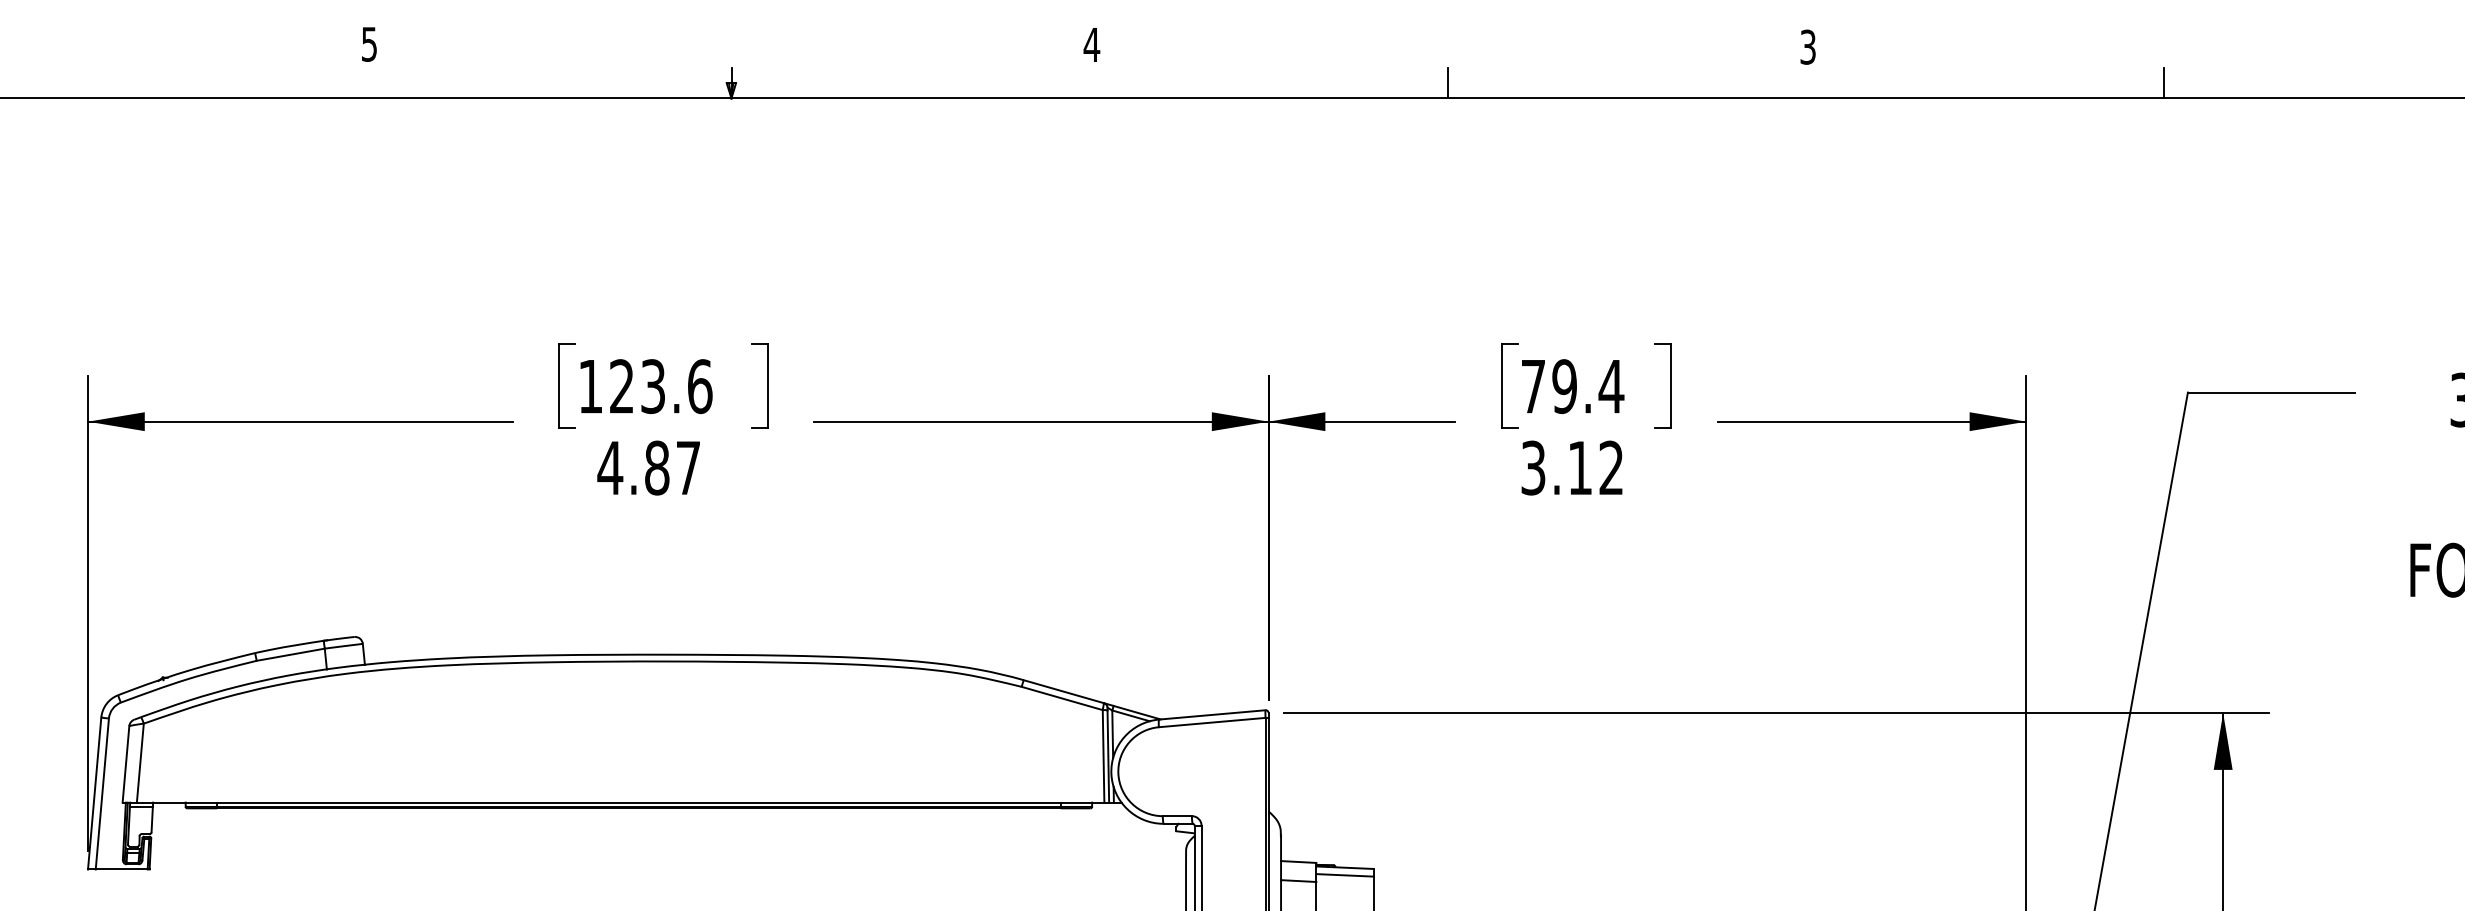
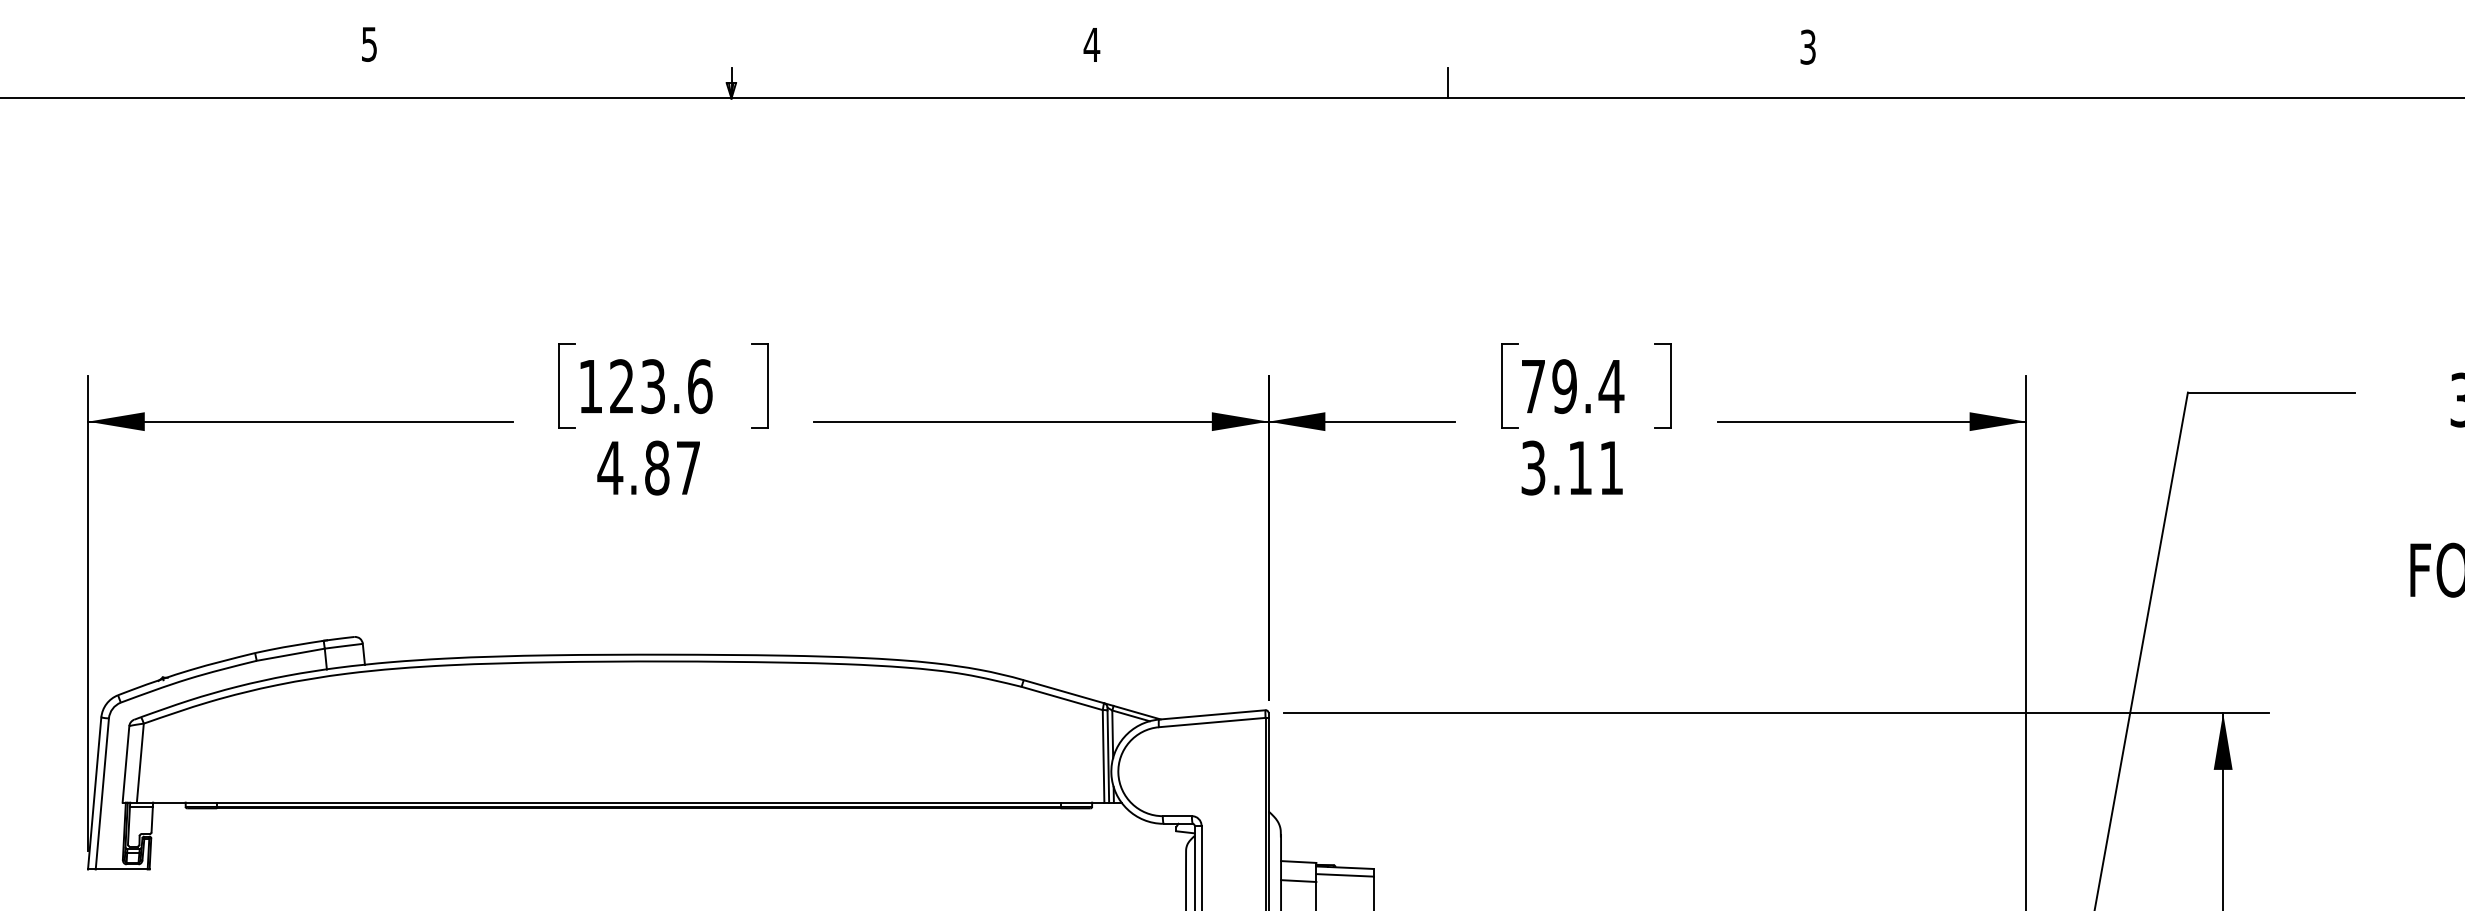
line at (2164, 82): present -> none
text at (1610, 467): 3.12 -> 3.11
